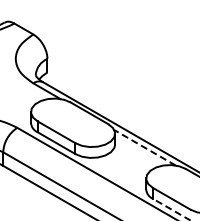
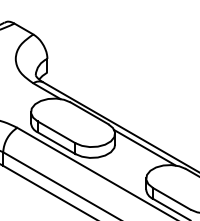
line at (144, 147): dashed -> solid
line at (171, 209): dashed -> solid
